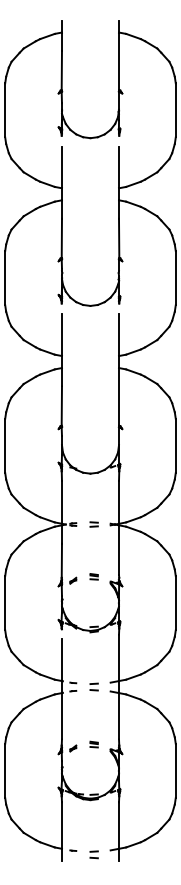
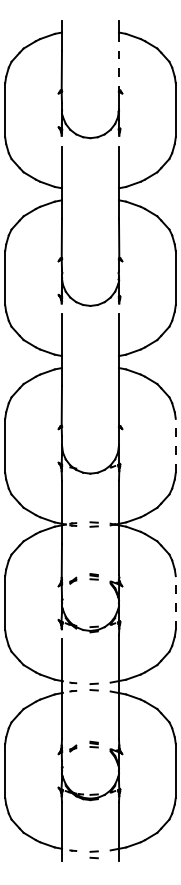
line at (119, 62): solid -> dashed
line at (175, 445): solid -> dashed
line at (175, 602): solid -> dashed
